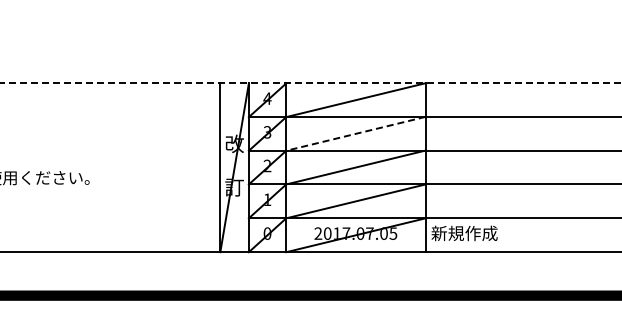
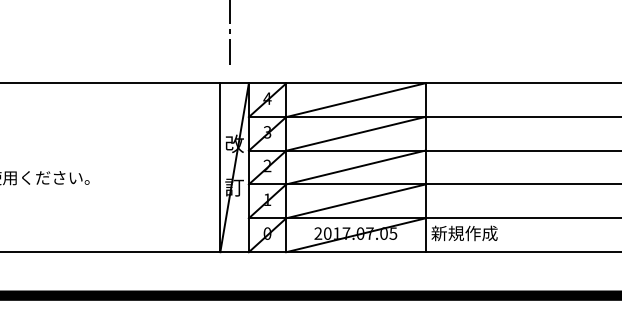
line at (229, 33): none -> present
line at (311, 83): dashed -> solid
line at (355, 133): dashed -> solid
